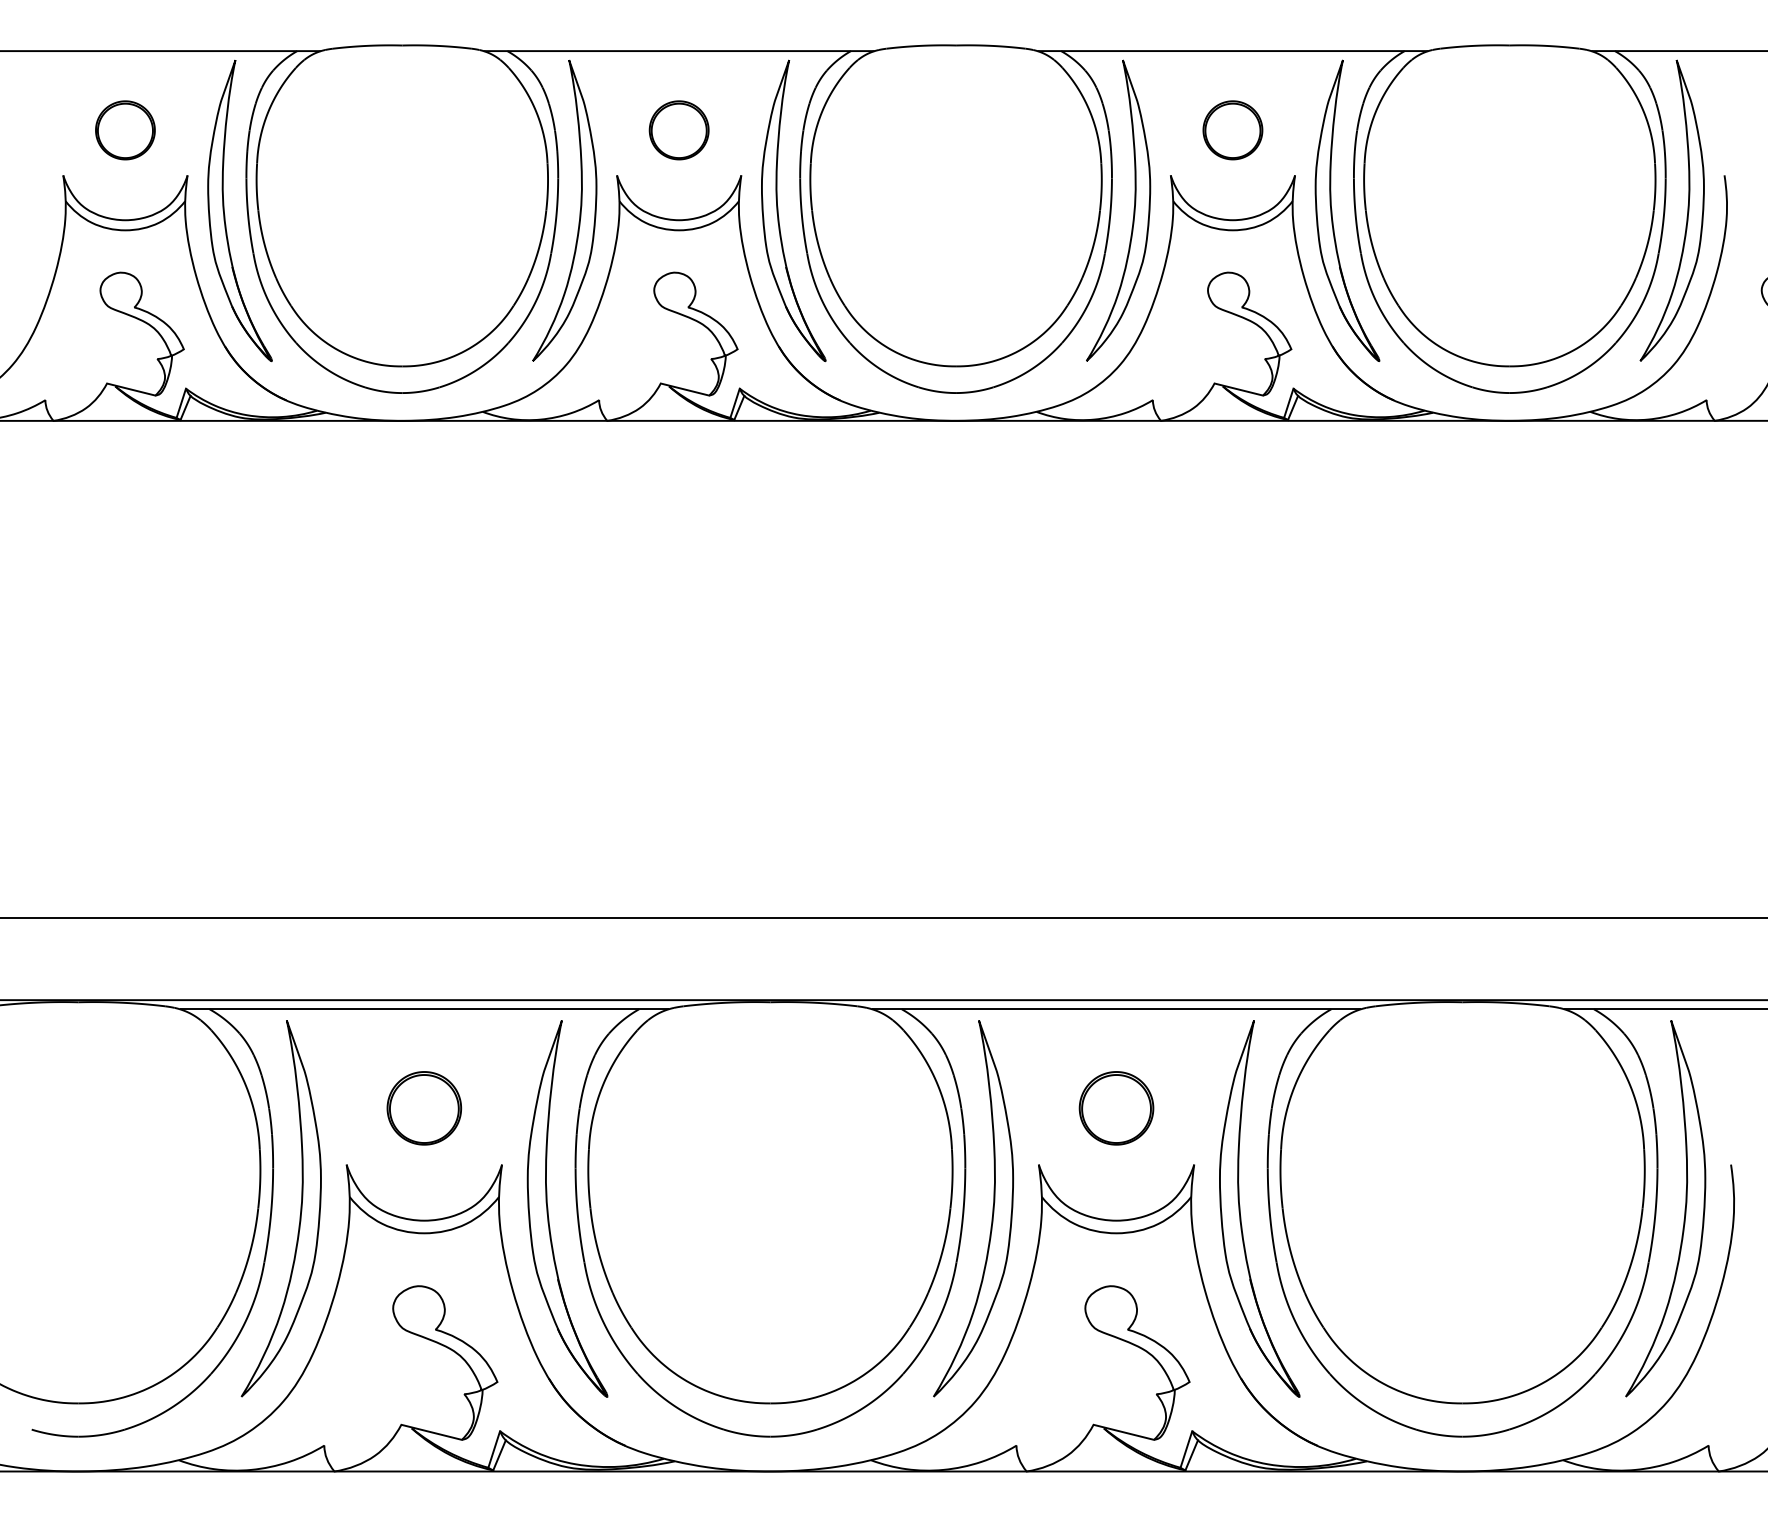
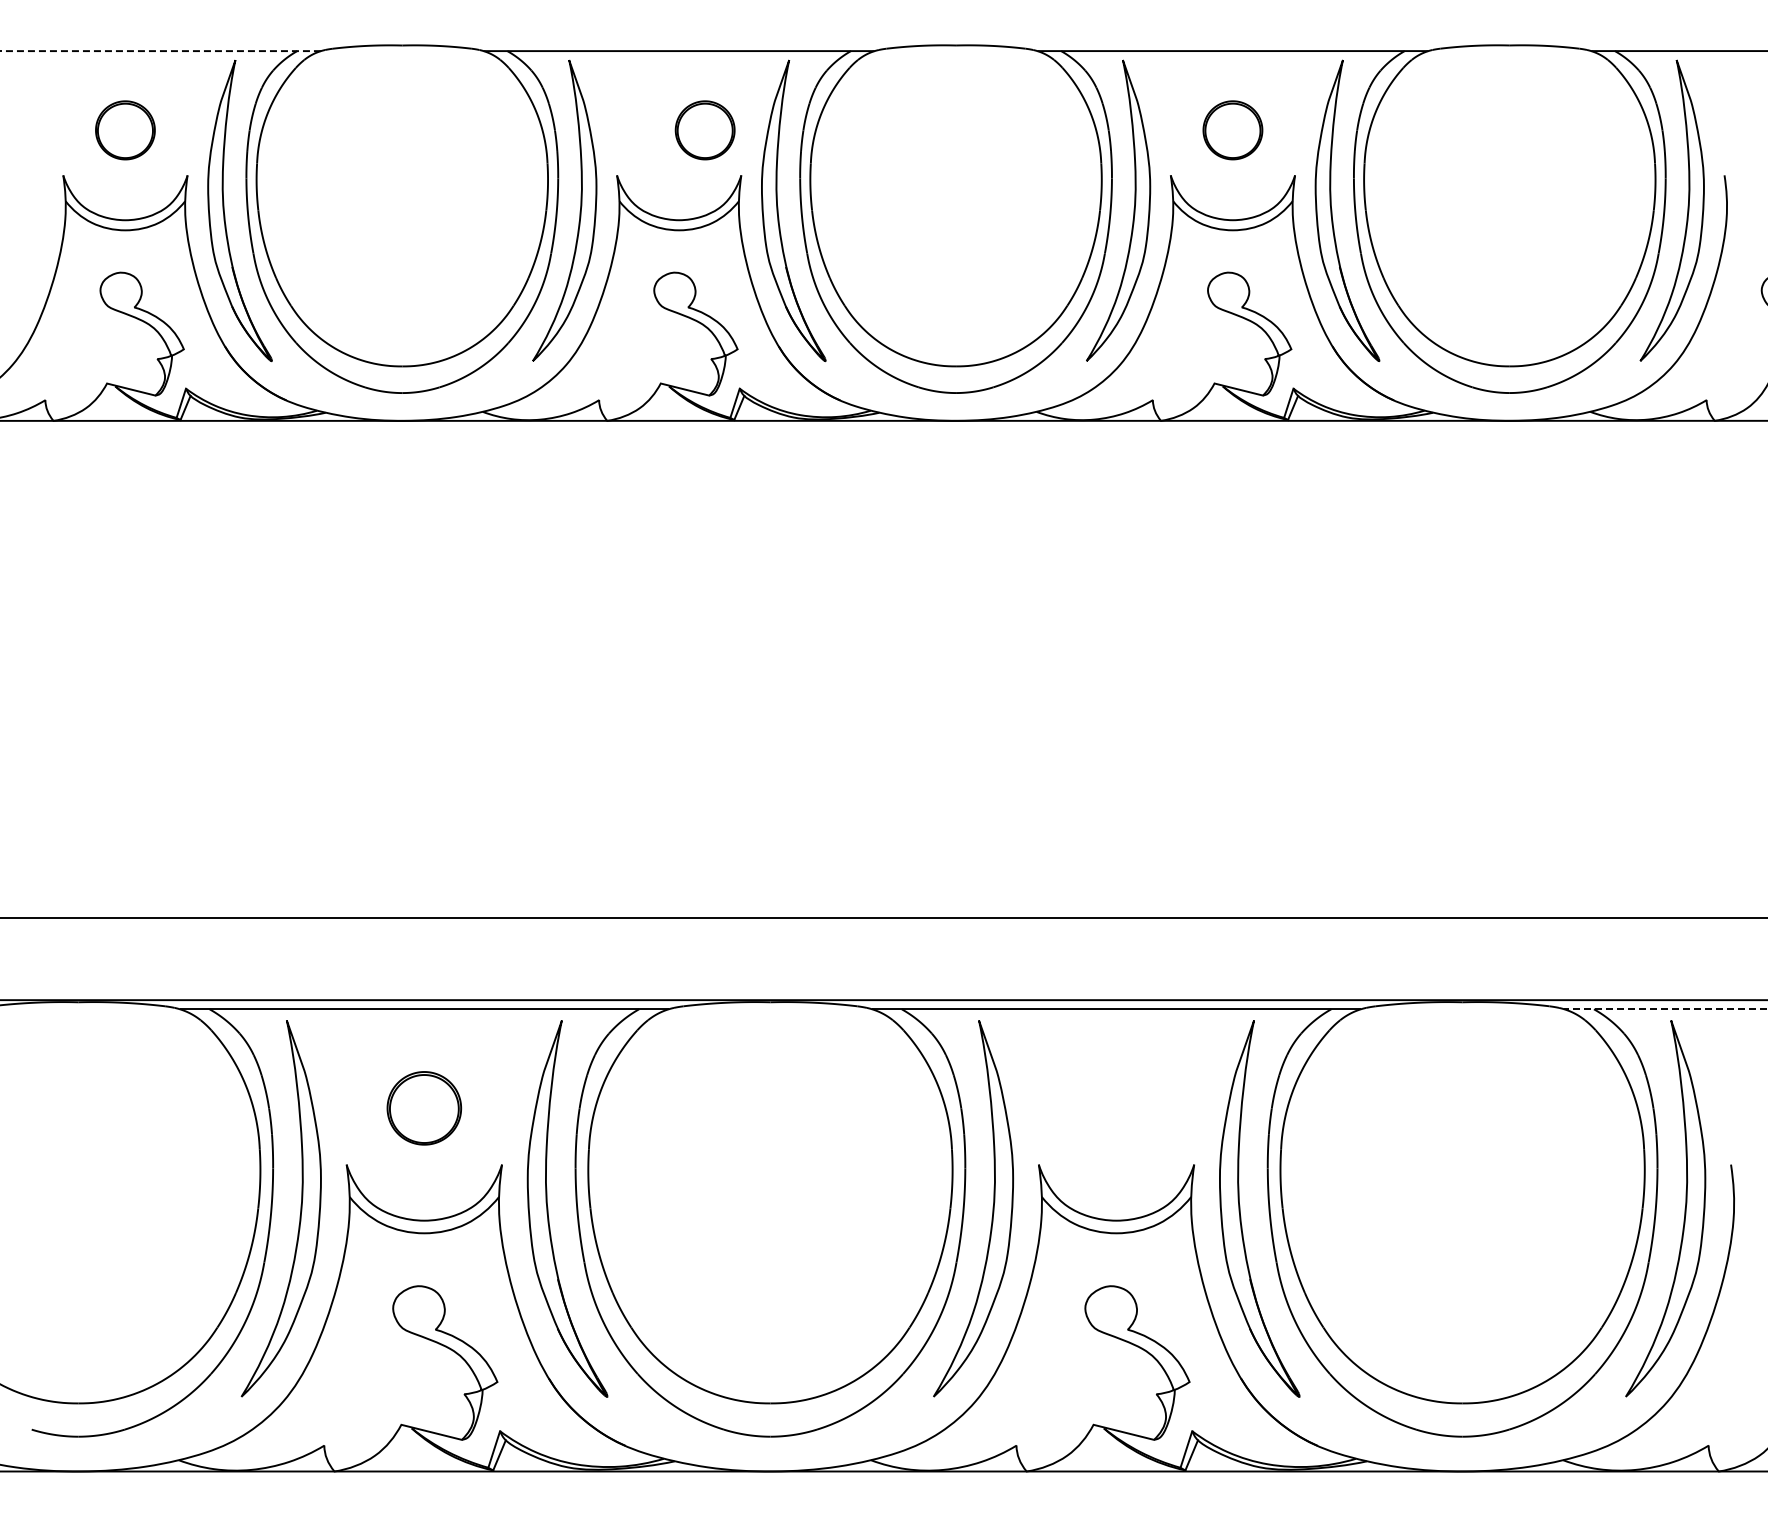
line at (160, 51): solid -> dashed
part at (678, 130) position: (678, 130) -> (704, 130)
line at (1665, 1009): solid -> dashed
part at (1116, 1108): present -> none
